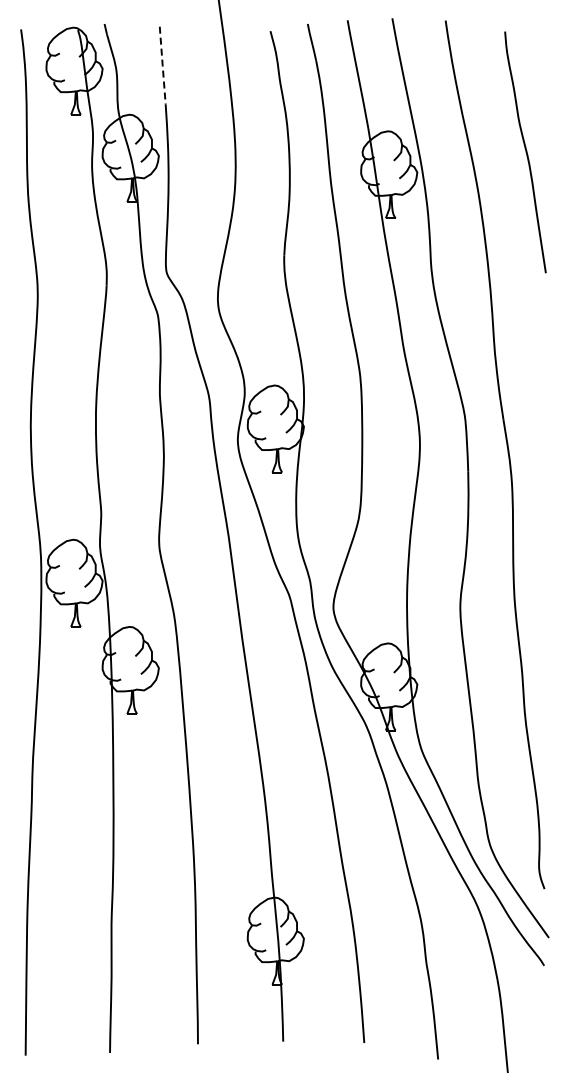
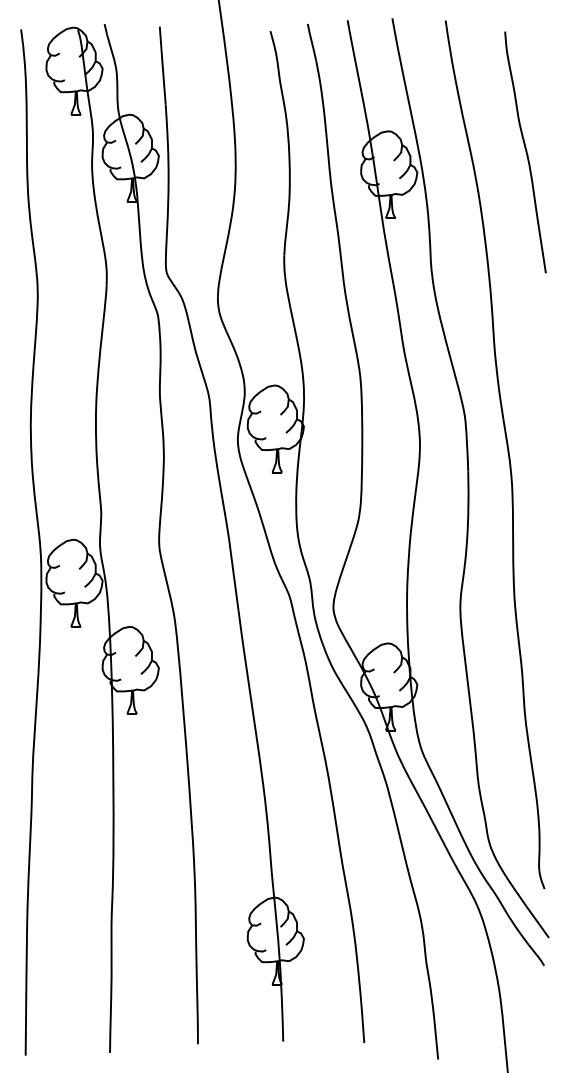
line at (162, 65): dashed -> solid
